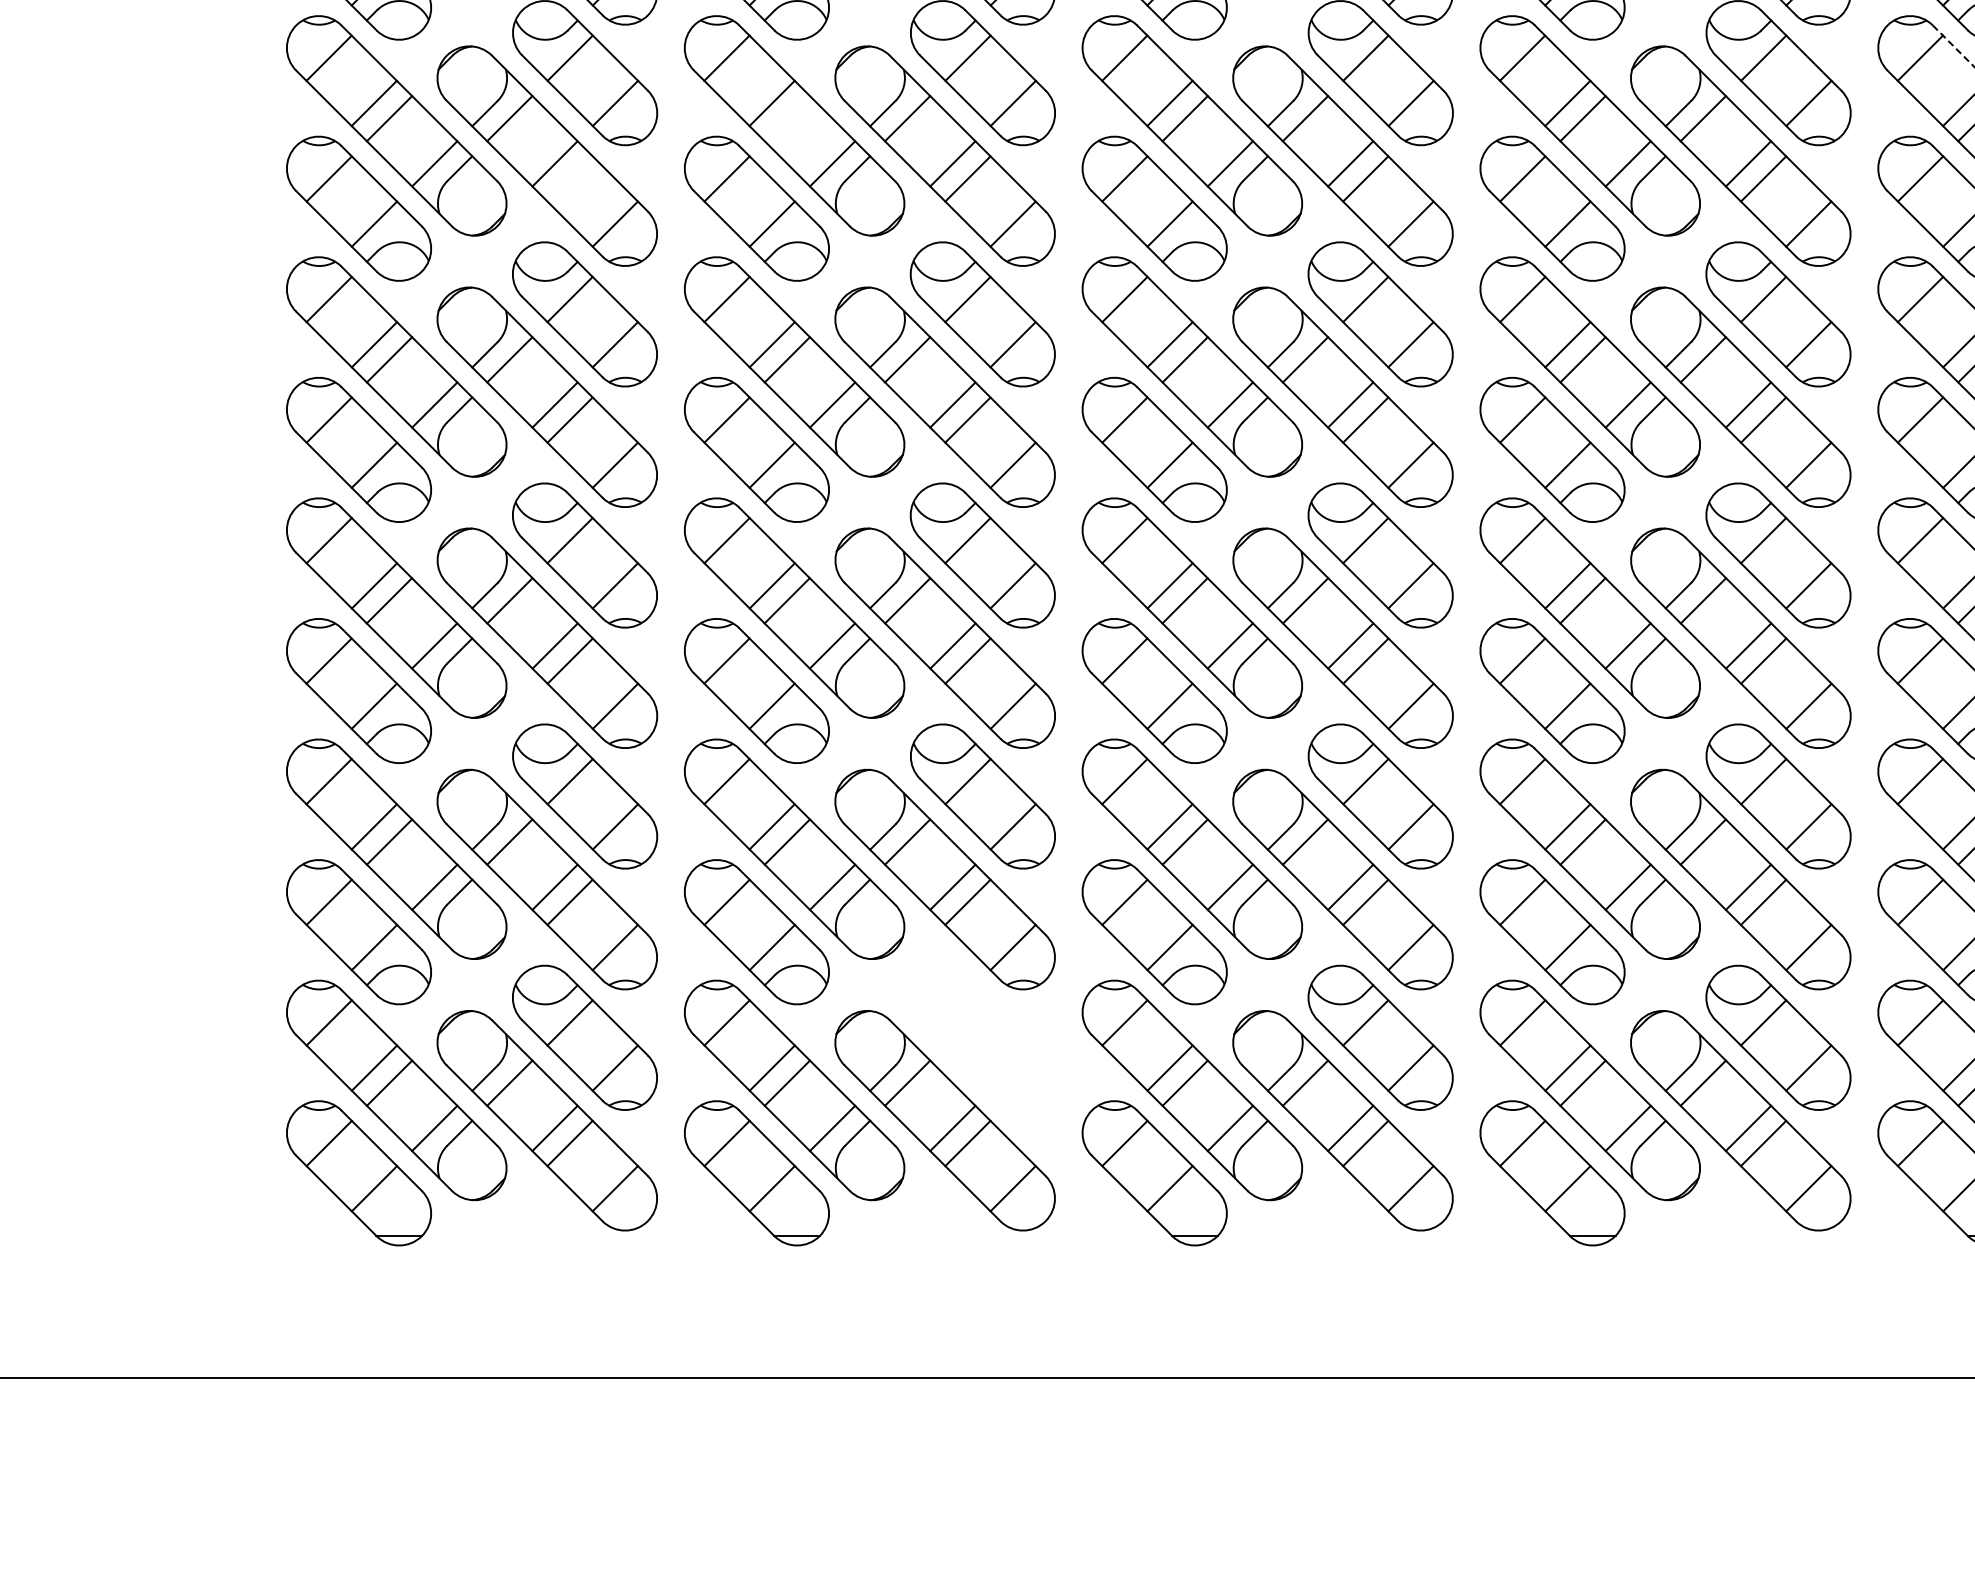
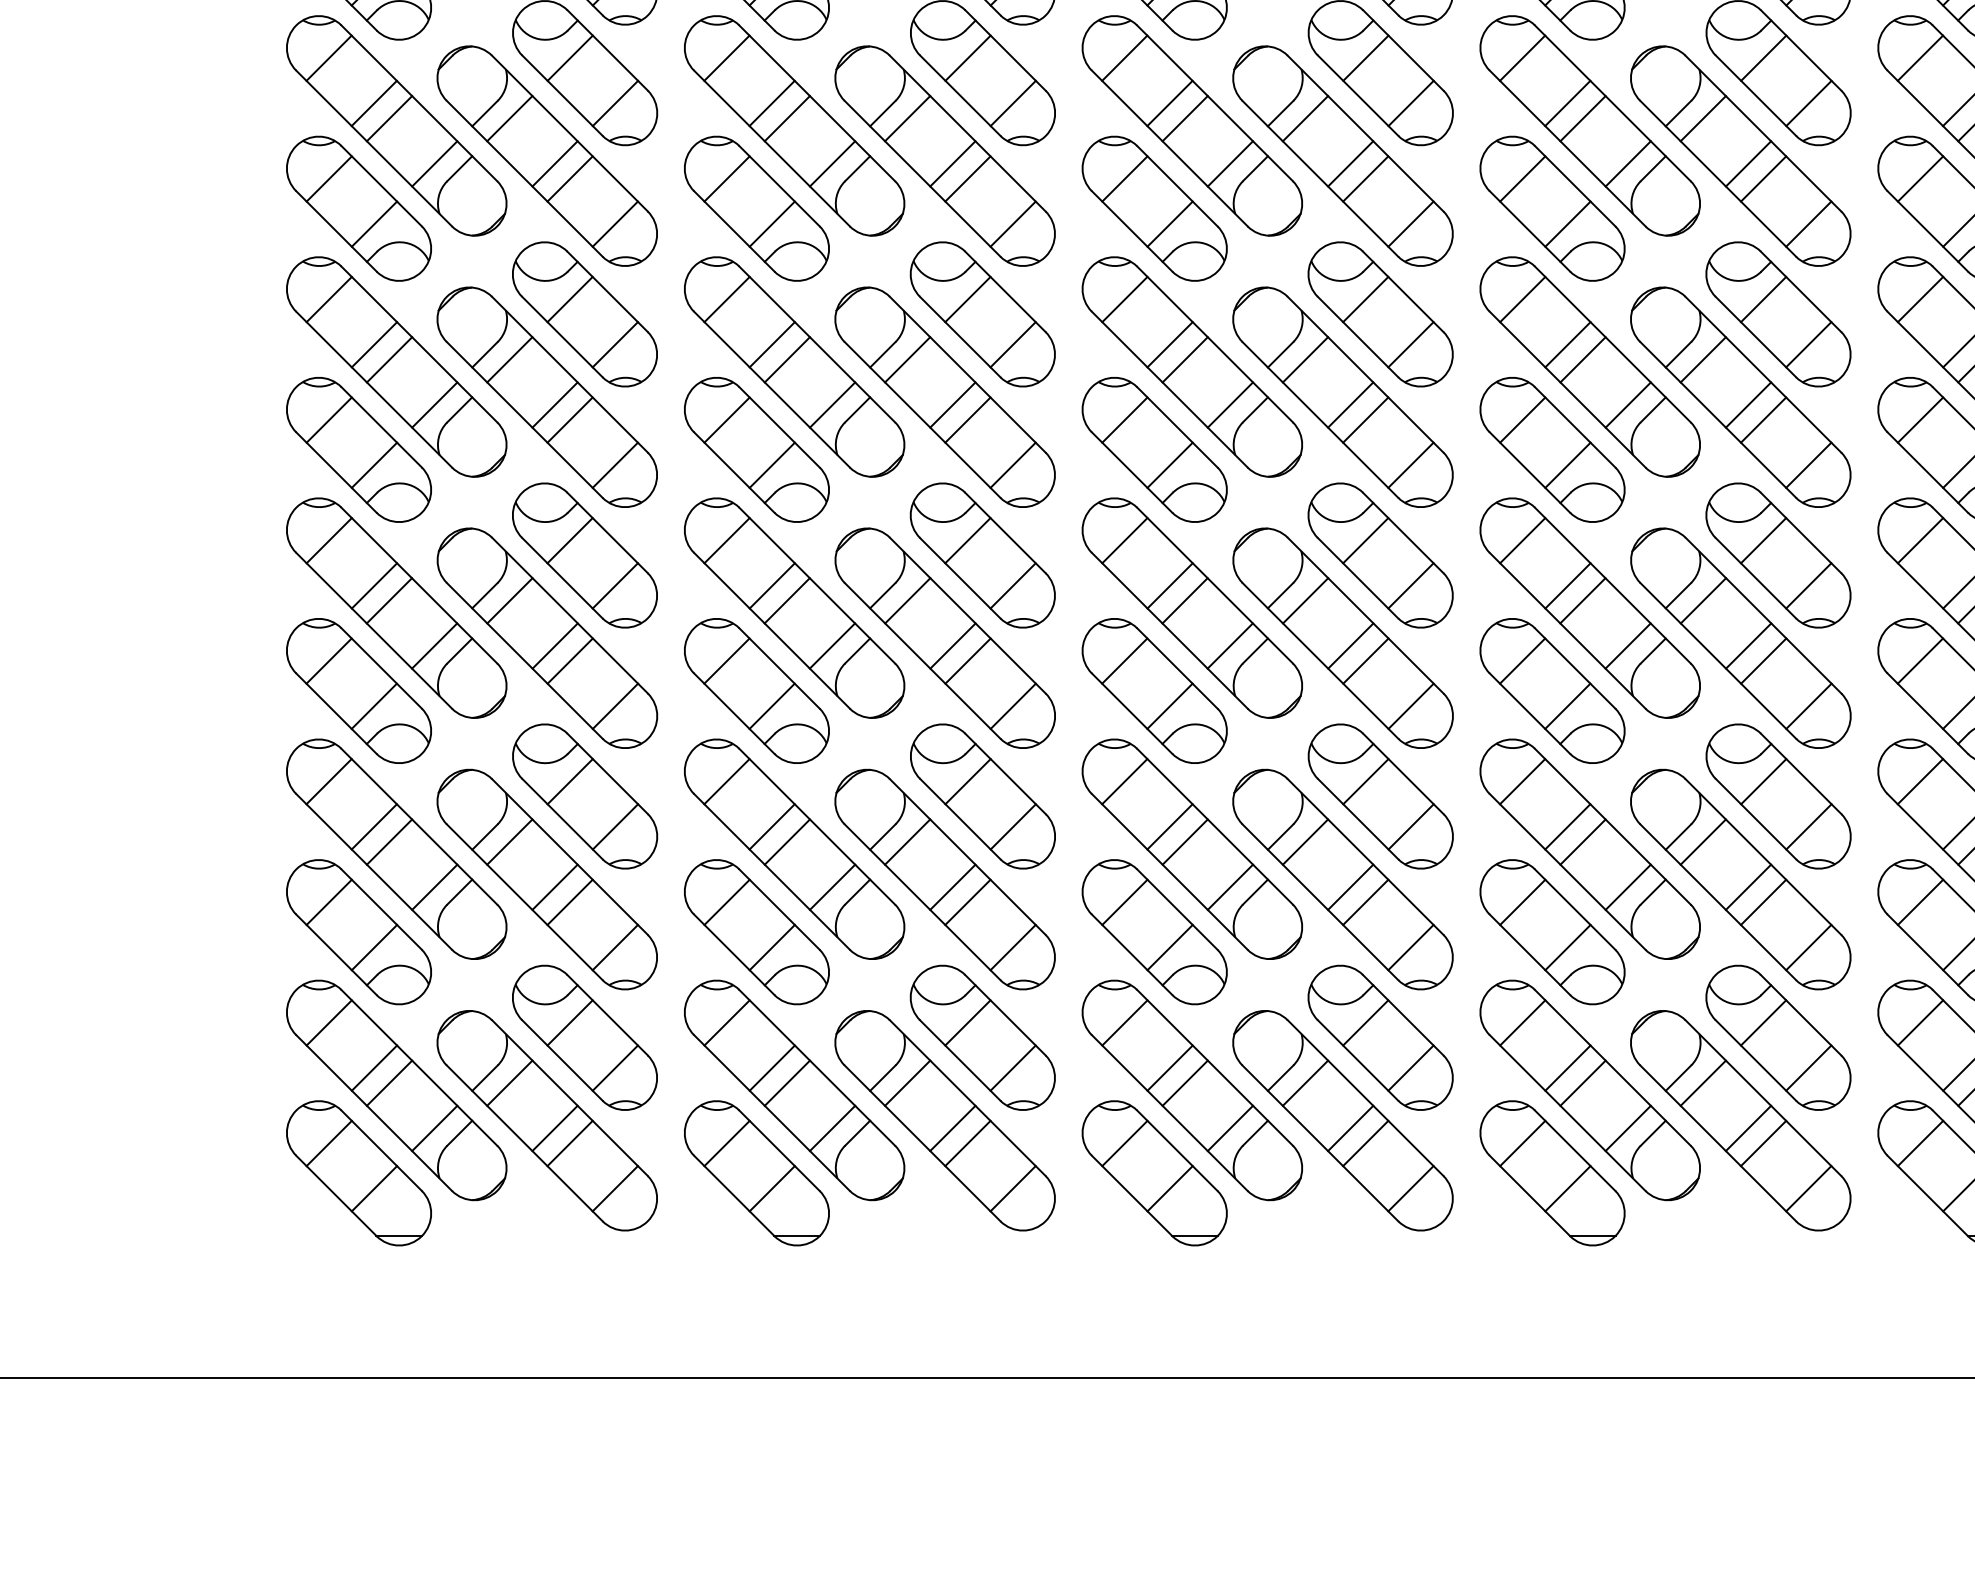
line at (1953, 46): dashed -> solid
line at (786, 118): none -> present
line at (569, 178): none -> present
part at (982, 1037): none -> present
